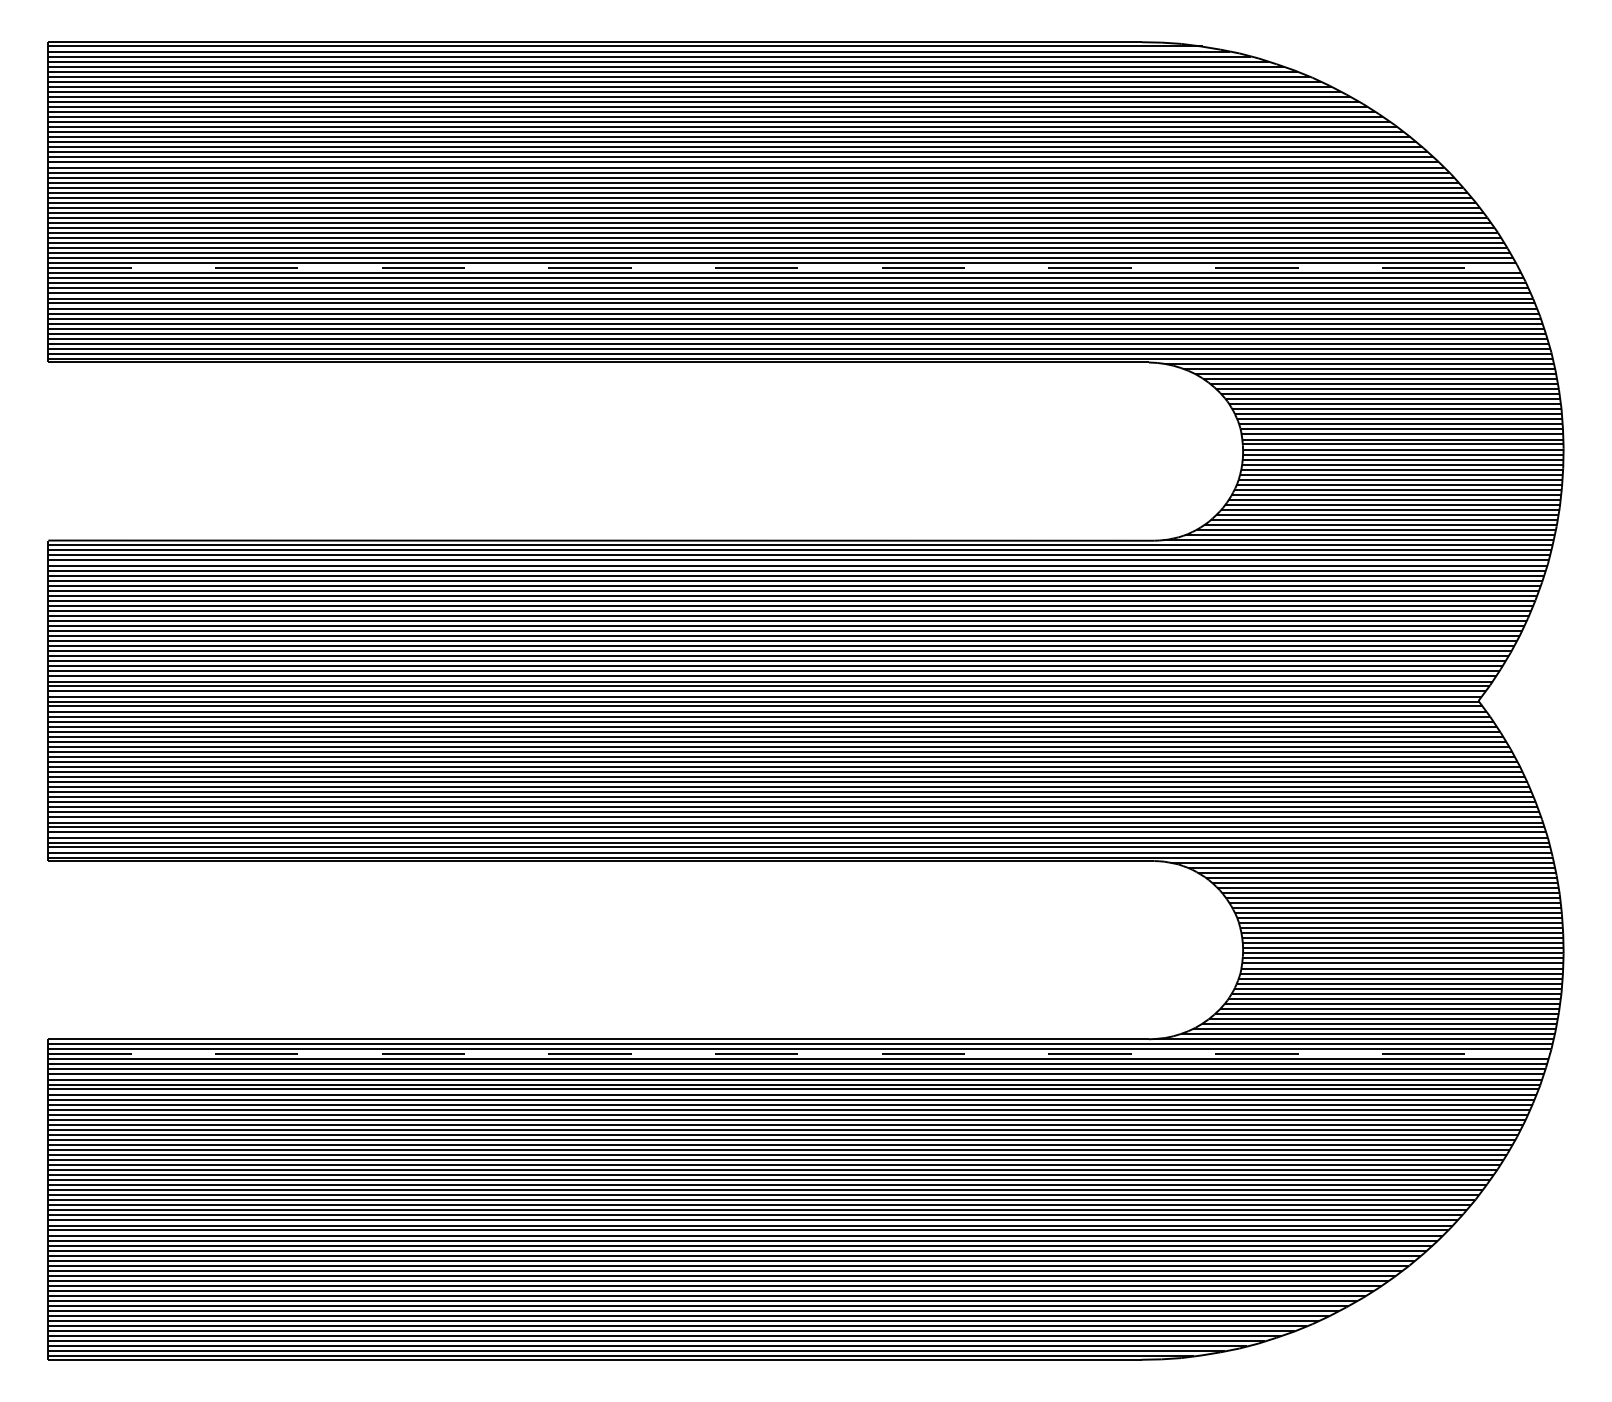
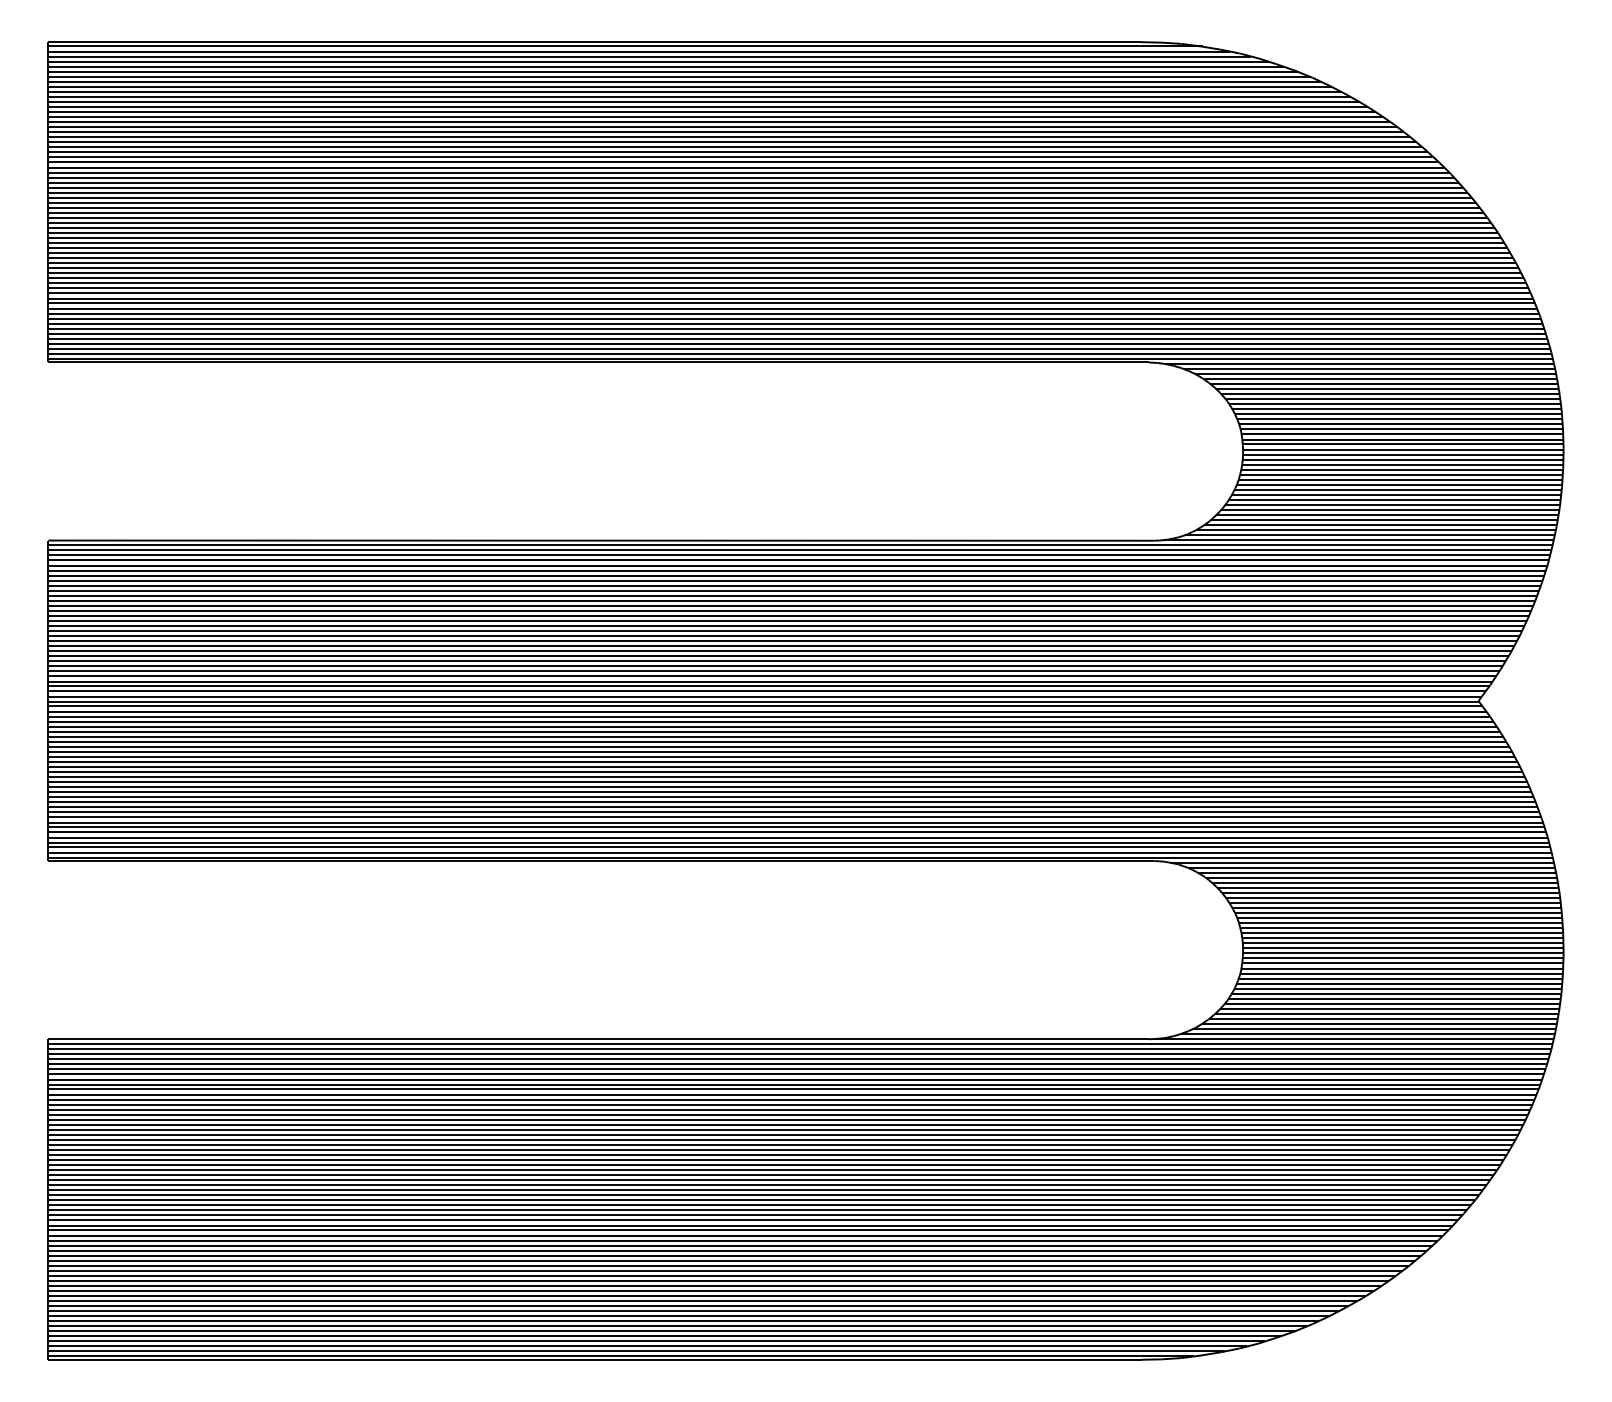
line at (784, 268): dashed -> solid
line at (799, 1054): dashed -> solid
